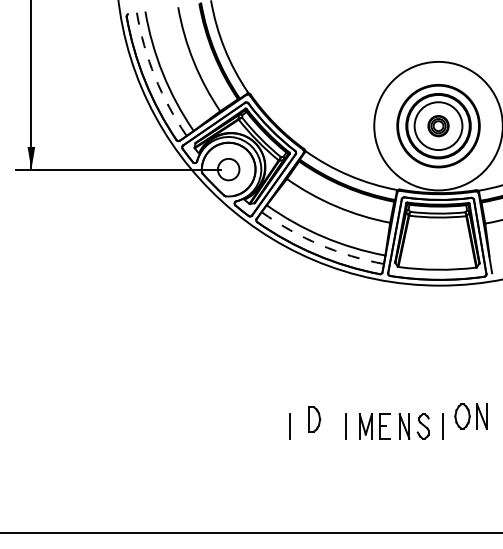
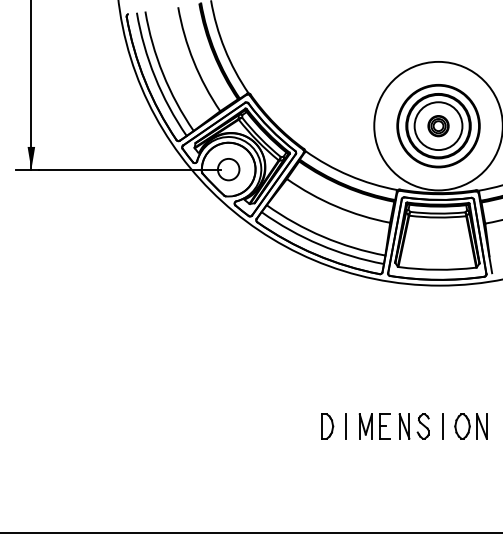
arc at (155, 77): dashed -> solid
arc at (319, 244): dashed -> solid
part at (470, 416) position: (470, 416) -> (470, 426)
part at (314, 419) position: (314, 419) -> (327, 426)
line at (289, 426): present -> none
